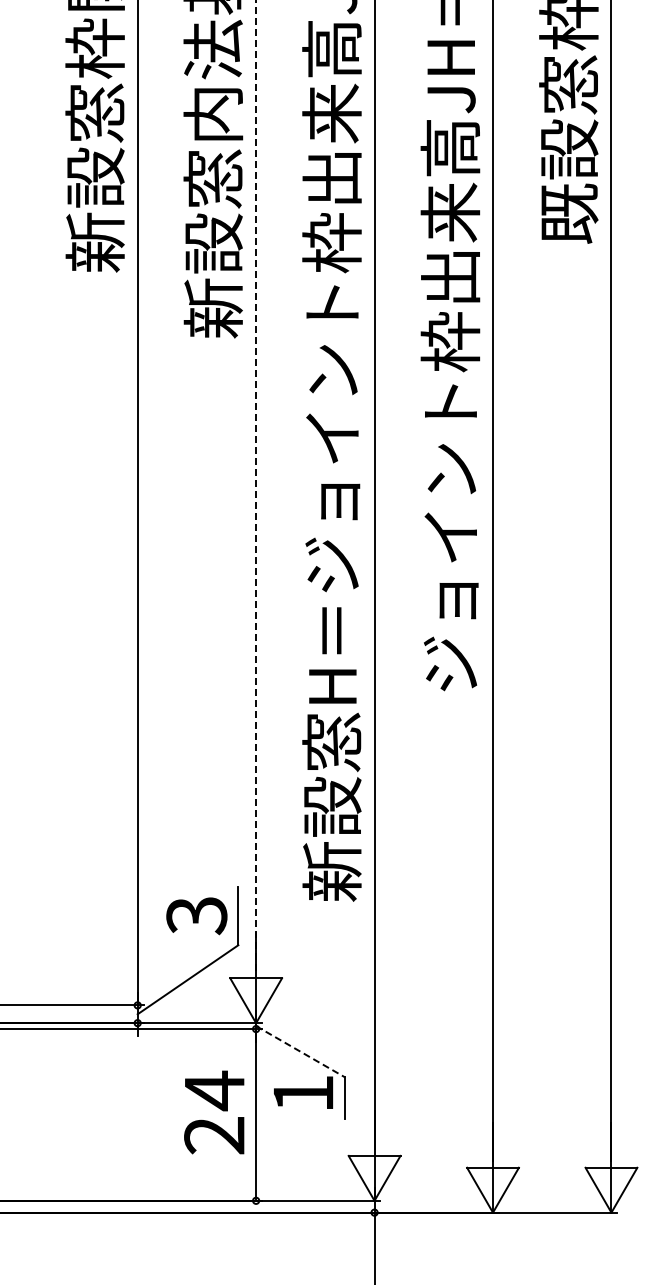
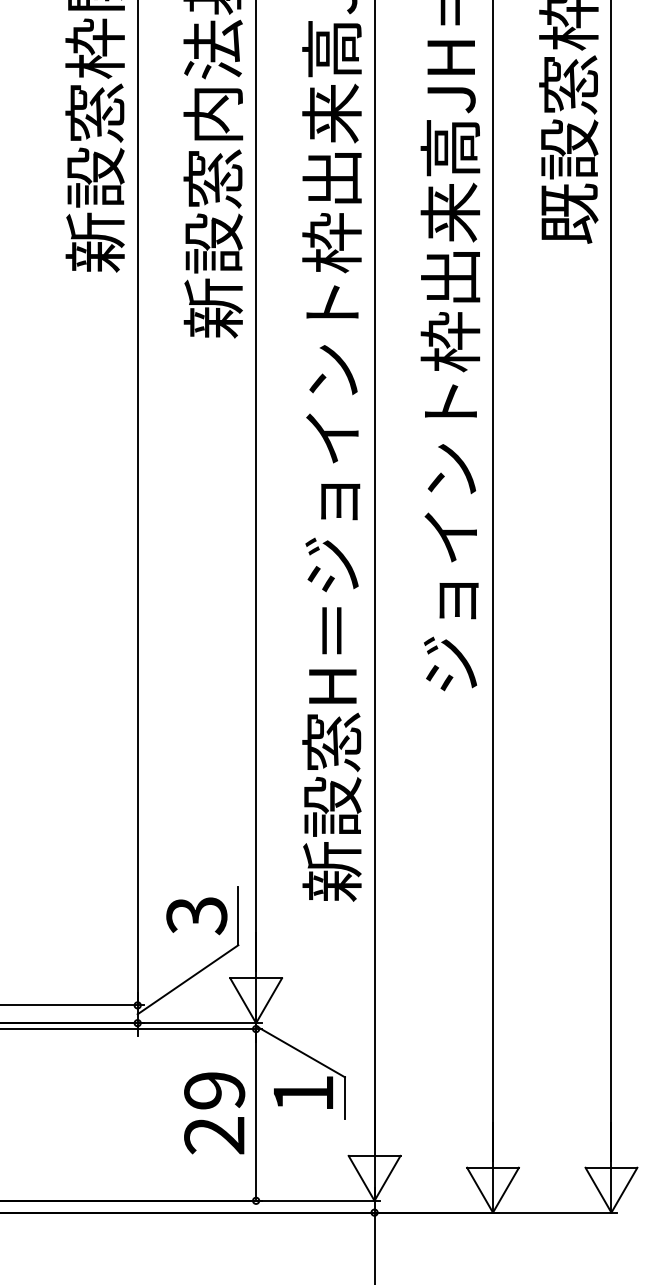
line at (256, 485): dashed -> solid
line at (300, 1051): dashed -> solid
text at (214, 1090): 24 -> 29
